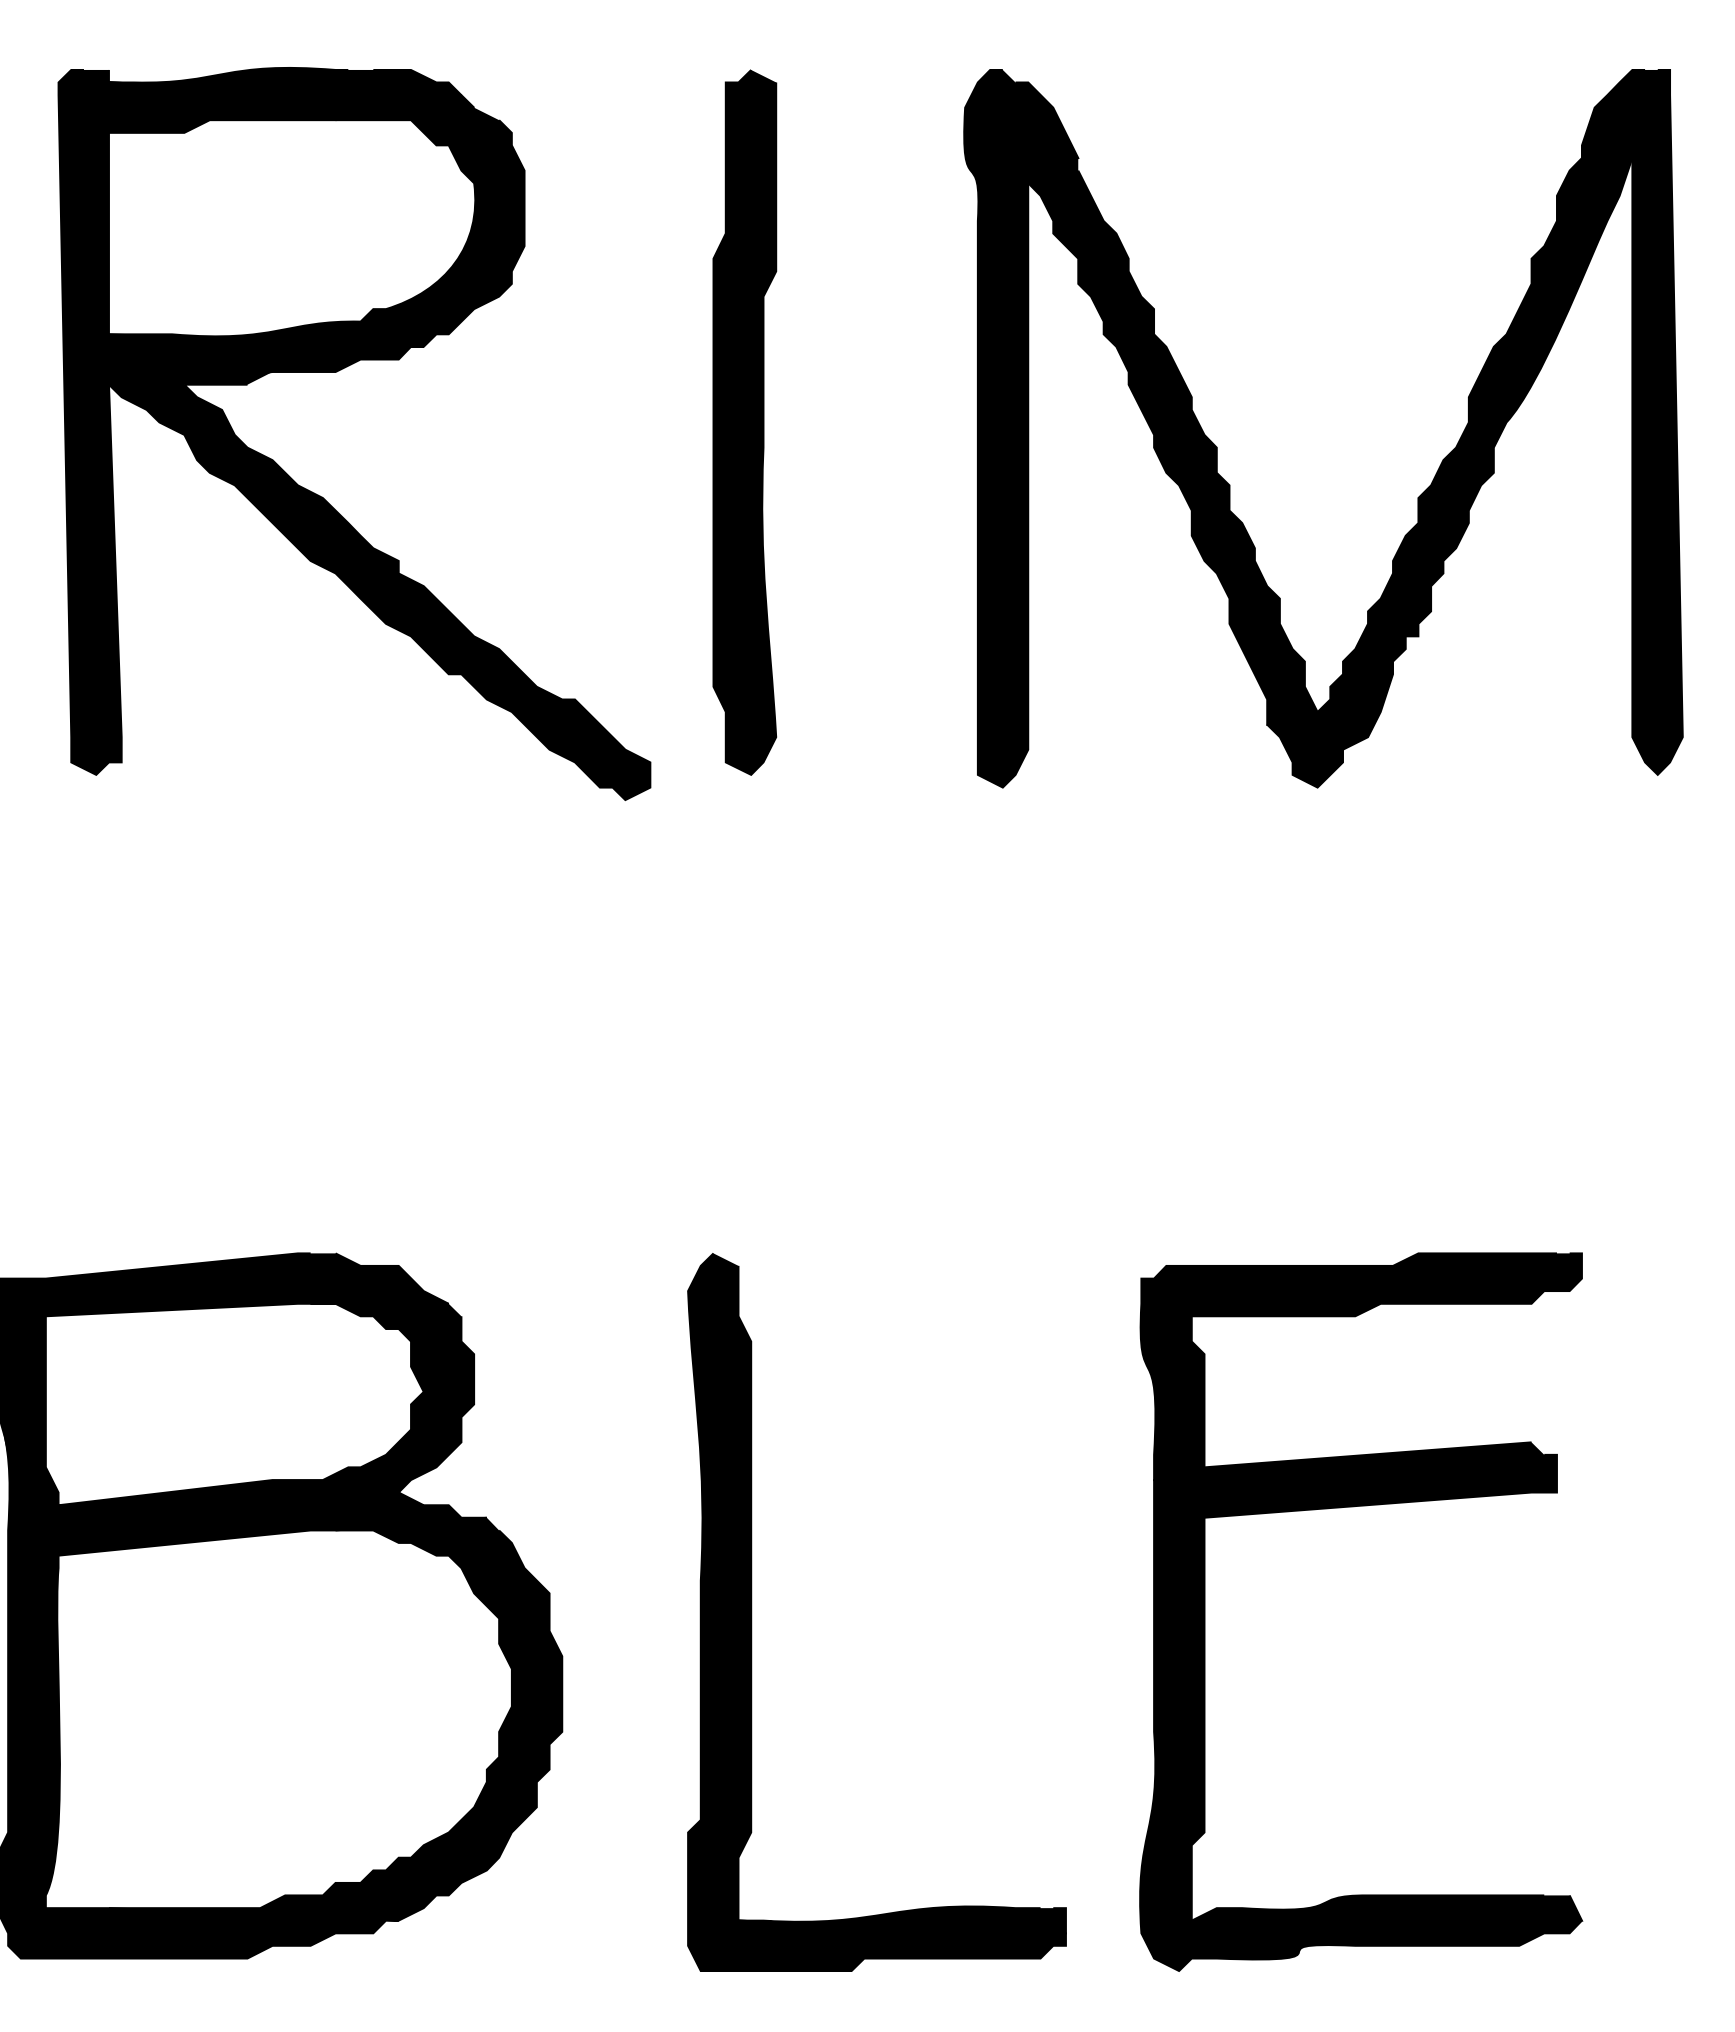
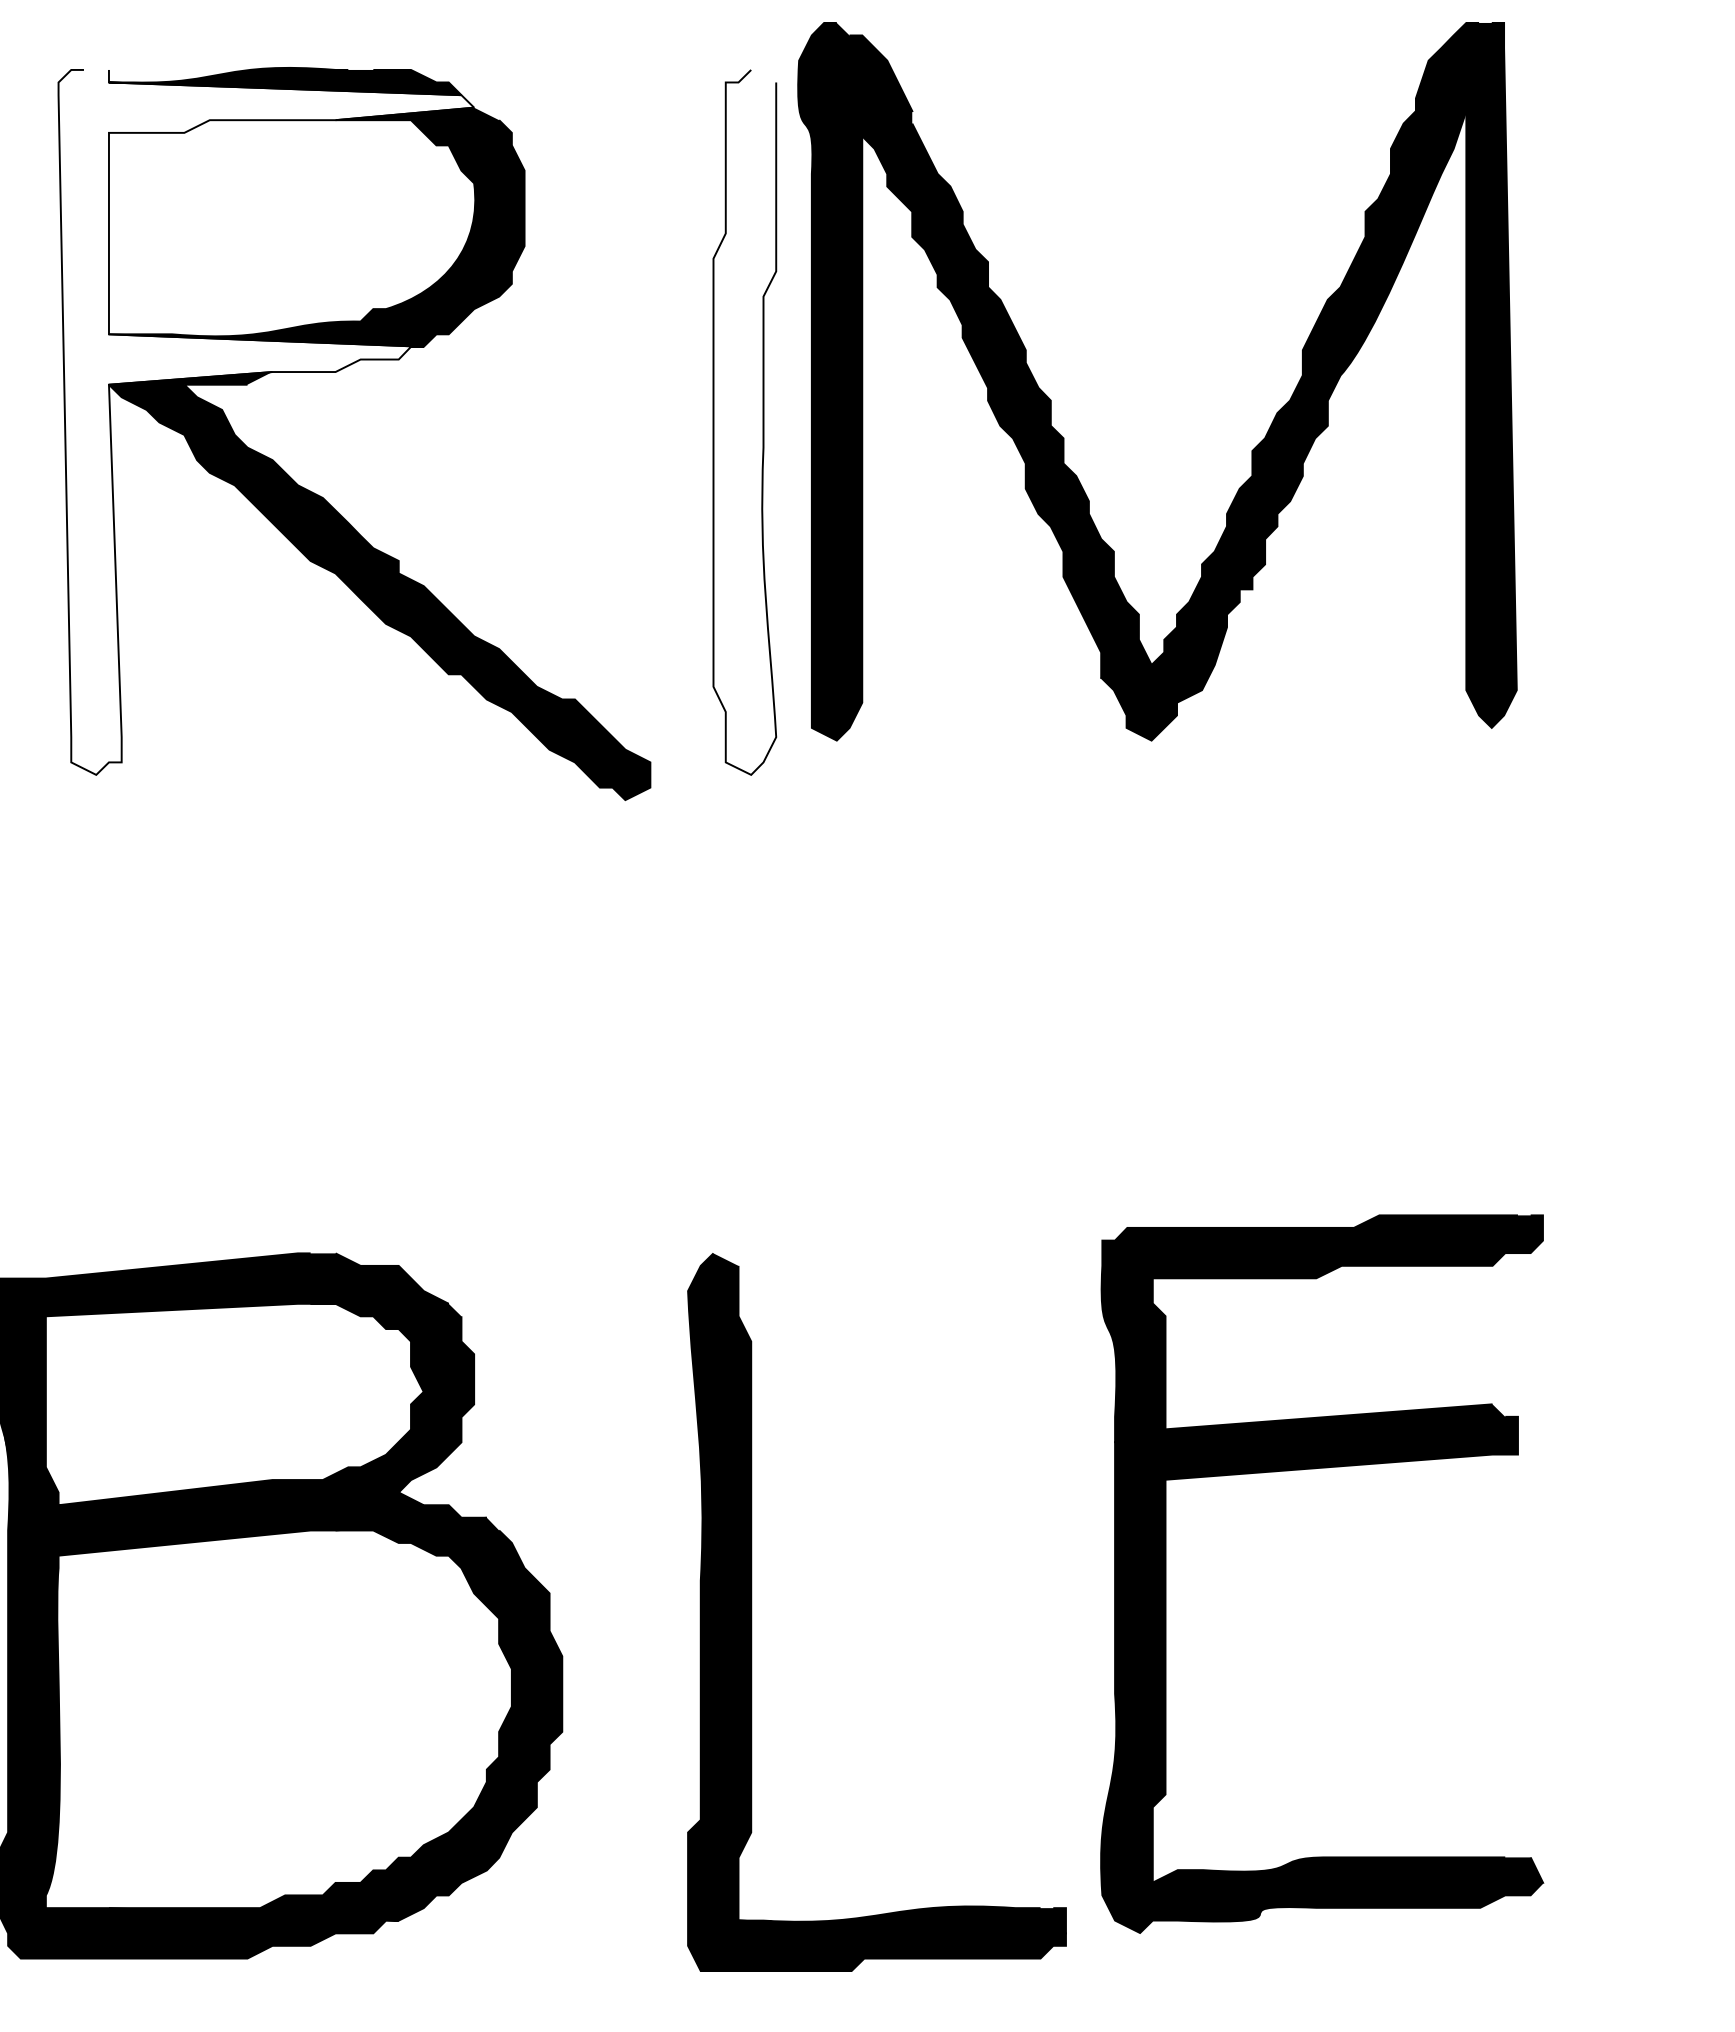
fill at (266, 421): present -> none
fill at (744, 421): present -> none
part at (1217, 446) position: (1217, 446) -> (1051, 399)
part at (1354, 1507) position: (1354, 1507) -> (1315, 1469)
